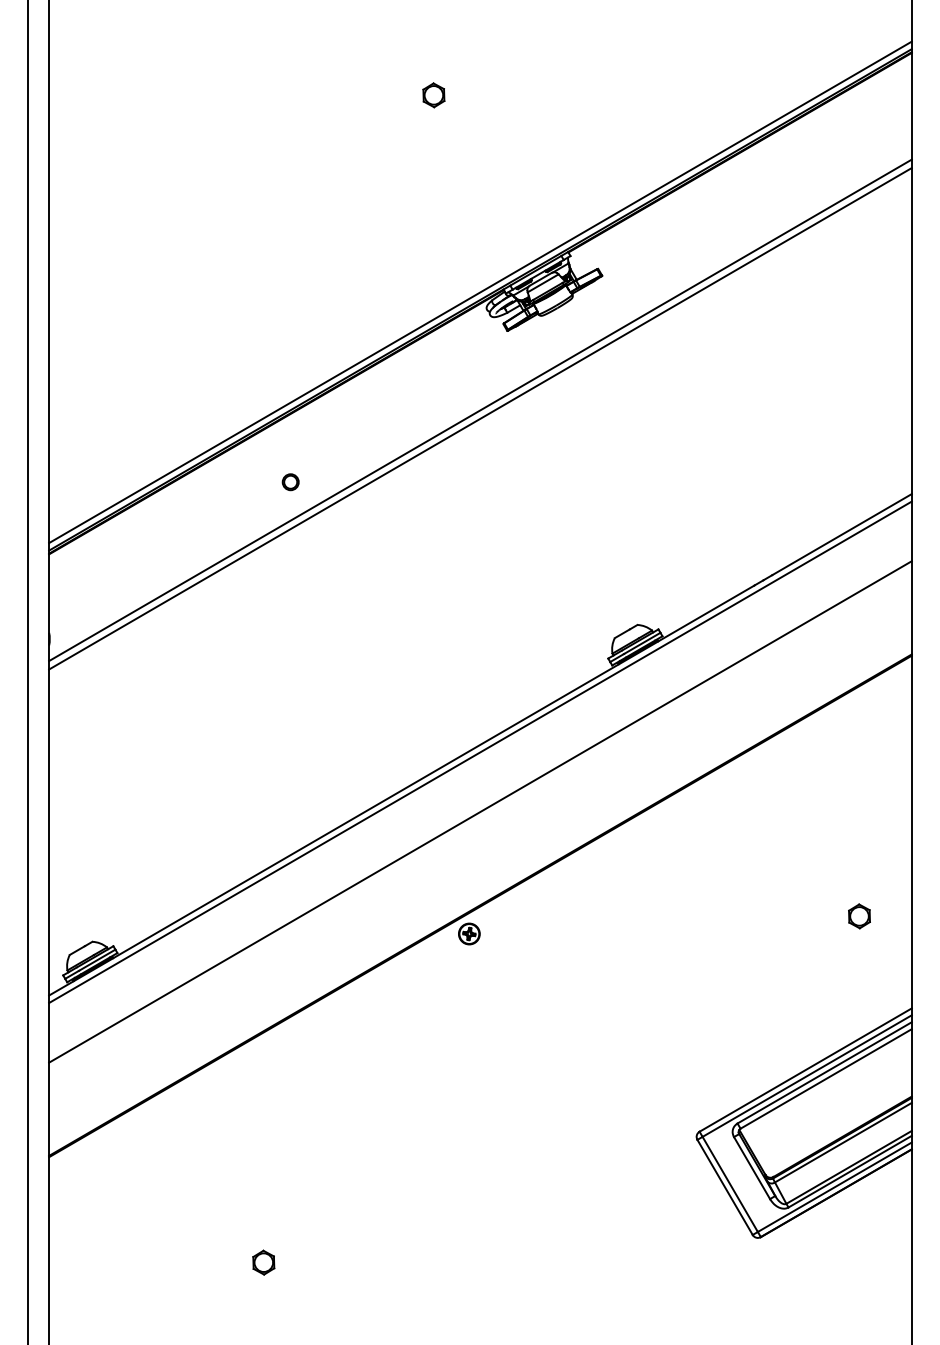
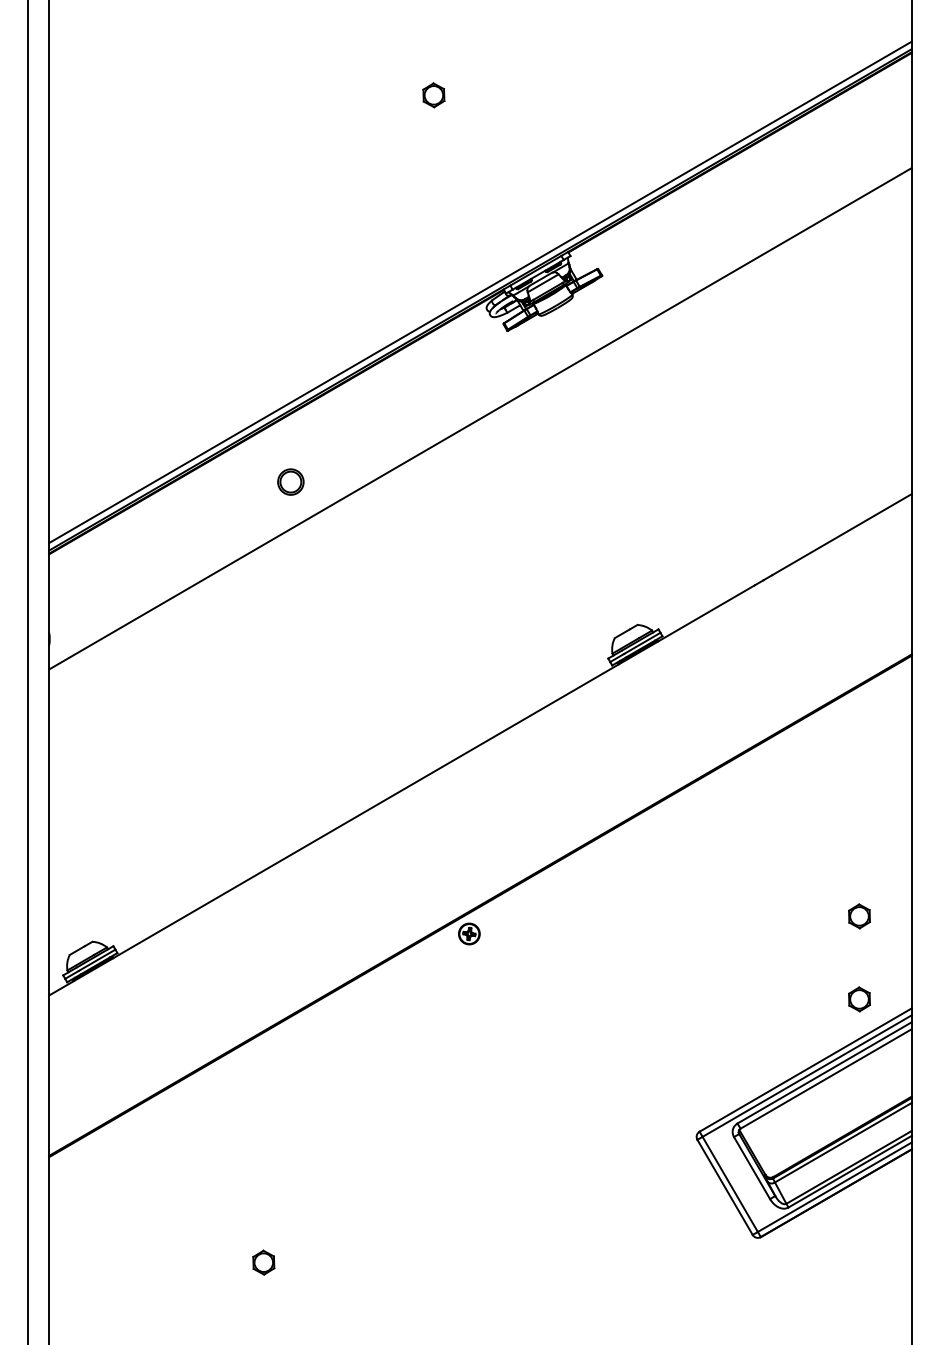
line at (480, 410): present -> none
part at (290, 482) size: 19x19 px -> 28x28 px
line at (480, 752): present -> none
line at (480, 811): present -> none
part at (859, 999): none -> present
